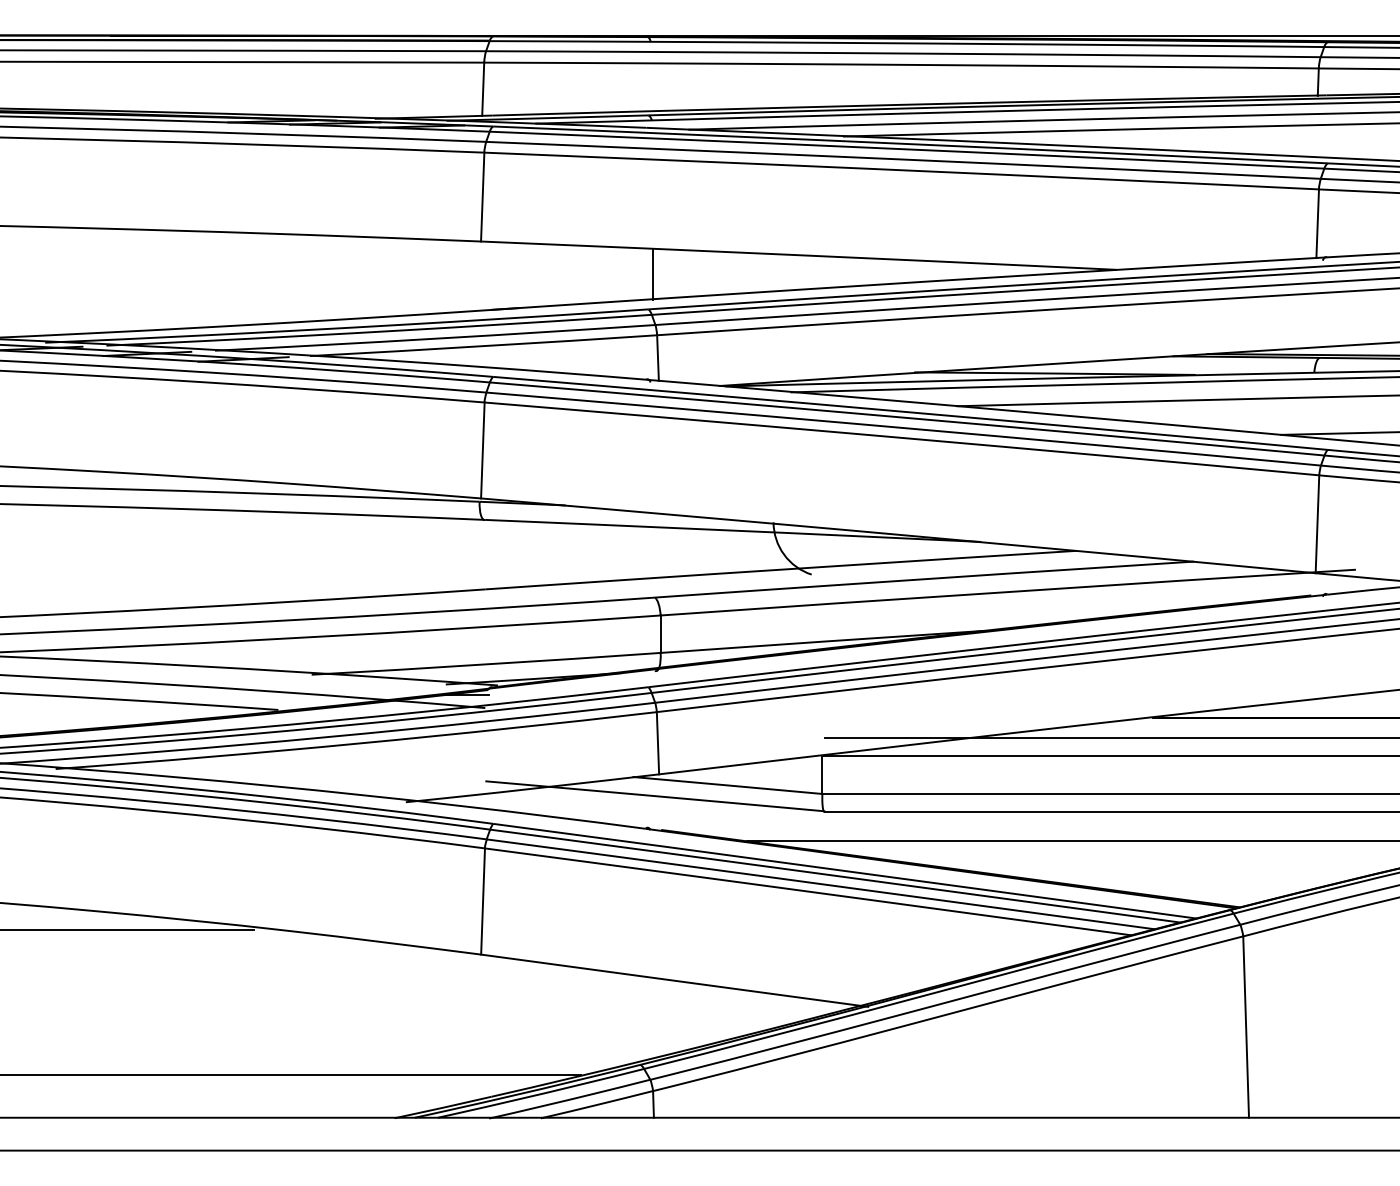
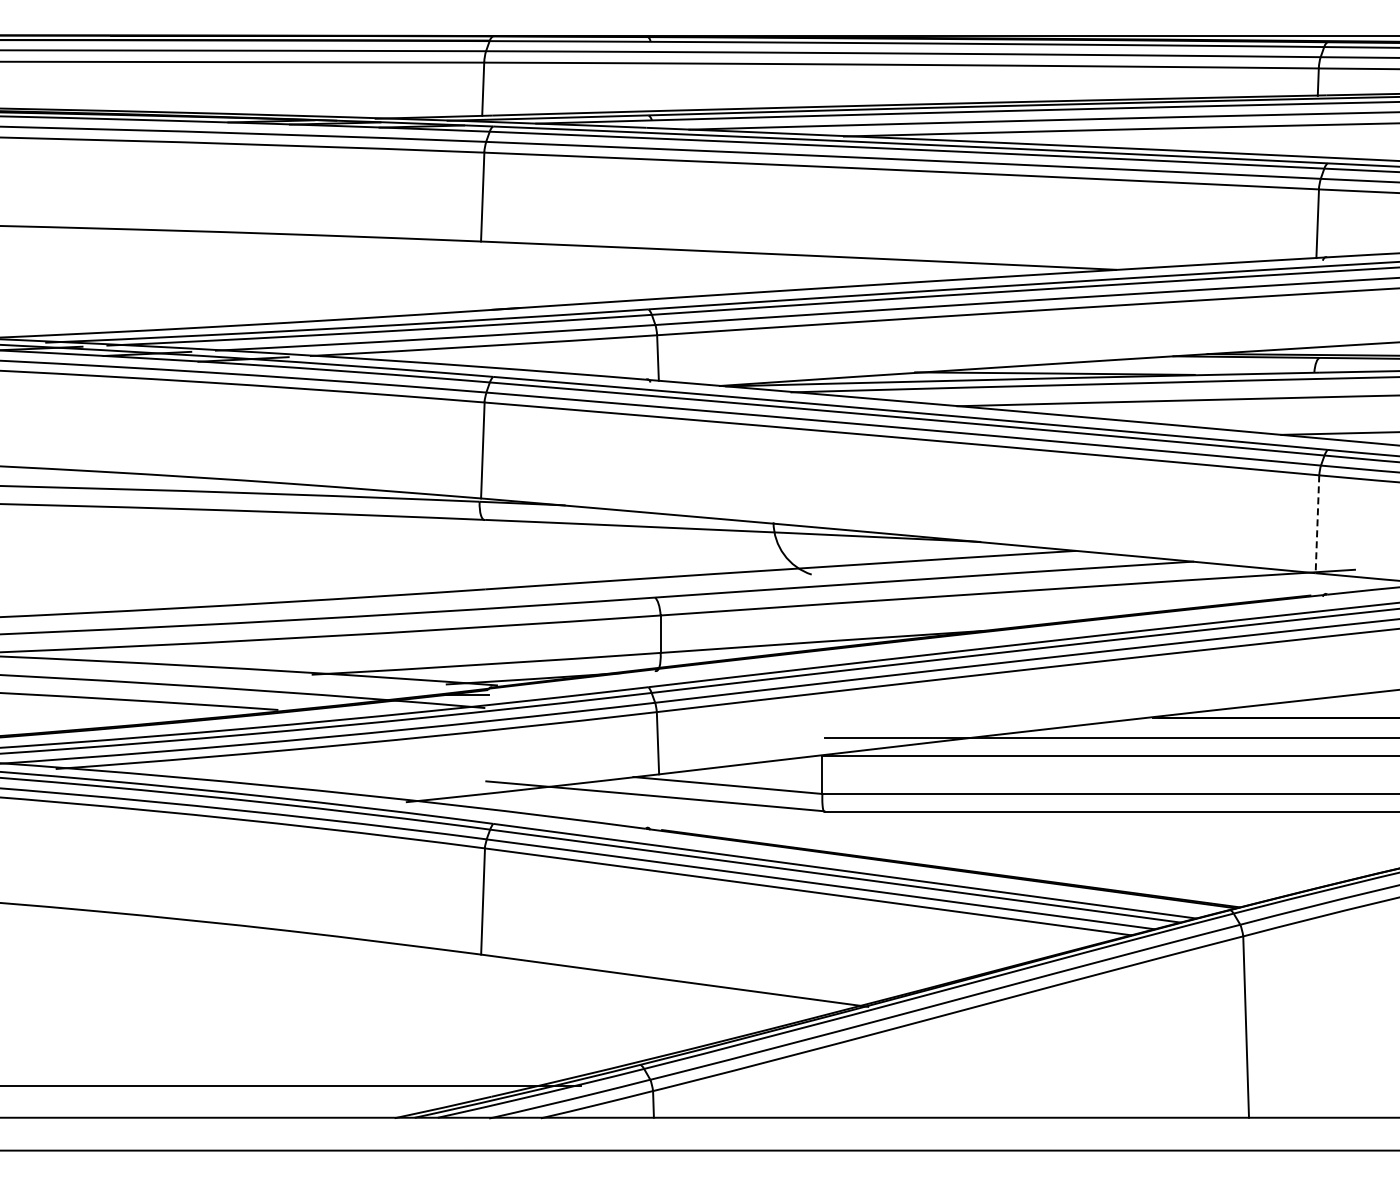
line at (652, 273): present -> none
line at (1317, 524): solid -> dashed
line at (1071, 841): present -> none
line at (128, 929): present -> none
line at (291, 1074) position: (291, 1074) -> (291, 1085)
